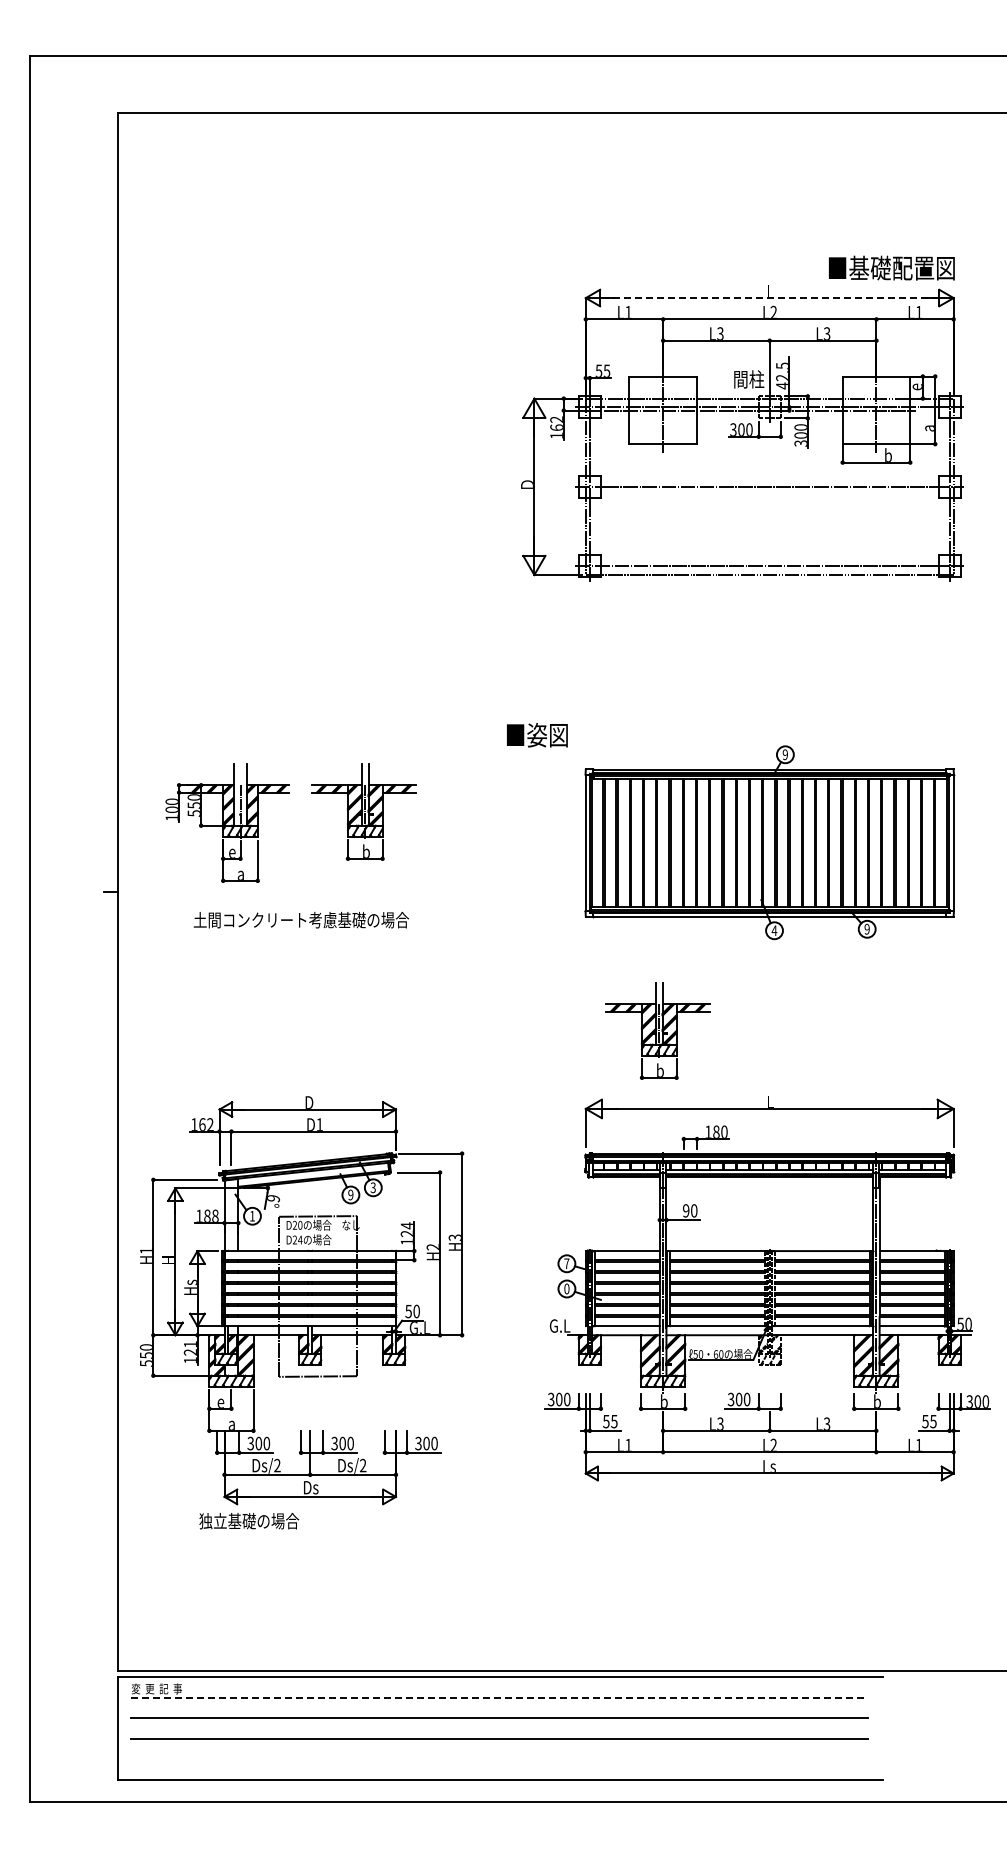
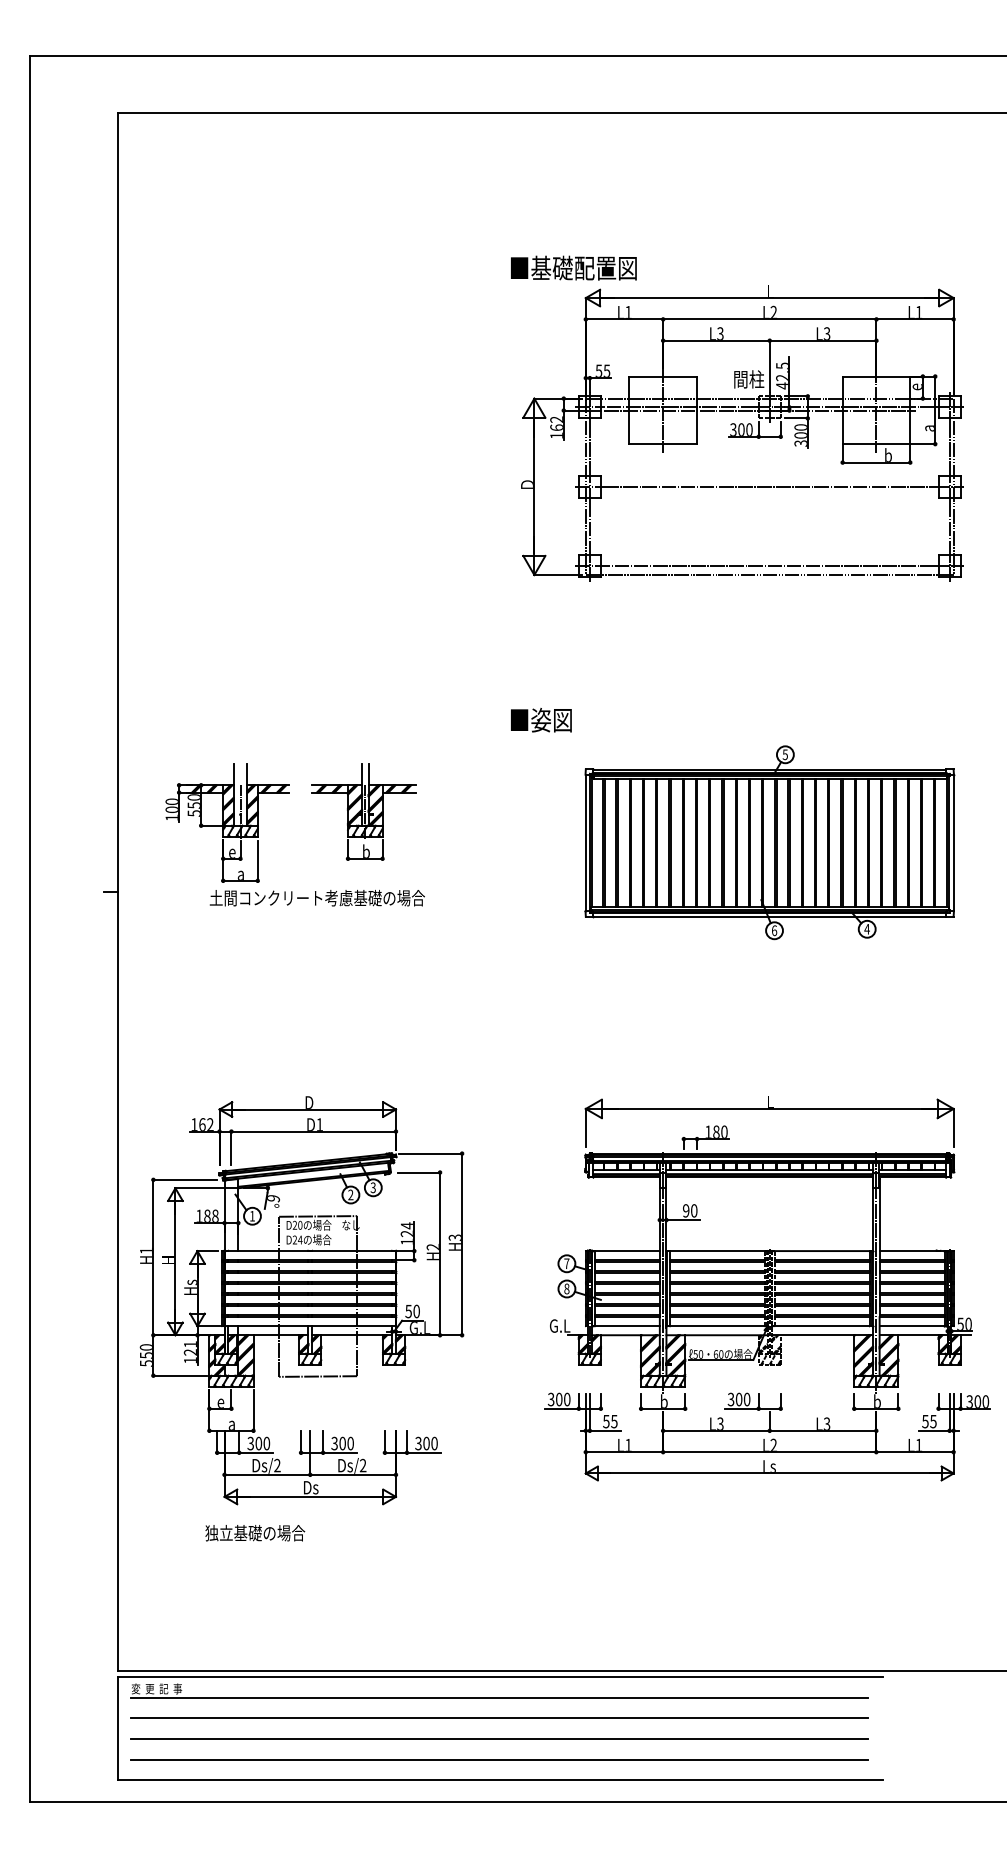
text at (891, 267) position: (891, 267) -> (573, 267)
line at (770, 298): dashed -> solid
text at (537, 735) position: (537, 735) -> (541, 720)
text at (784, 754): 9 -> 5
text at (300, 919) position: (300, 919) -> (316, 897)
text at (866, 928): 9 -> 4
text at (774, 930): 4 -> 6
part at (657, 1030): present -> none
text at (350, 1195): 9 -> 2
text at (566, 1288): 0 -> 8
text at (249, 1521) position: (249, 1521) -> (255, 1533)
line at (499, 1697): dashed -> solid
line at (499, 1759): none -> present
